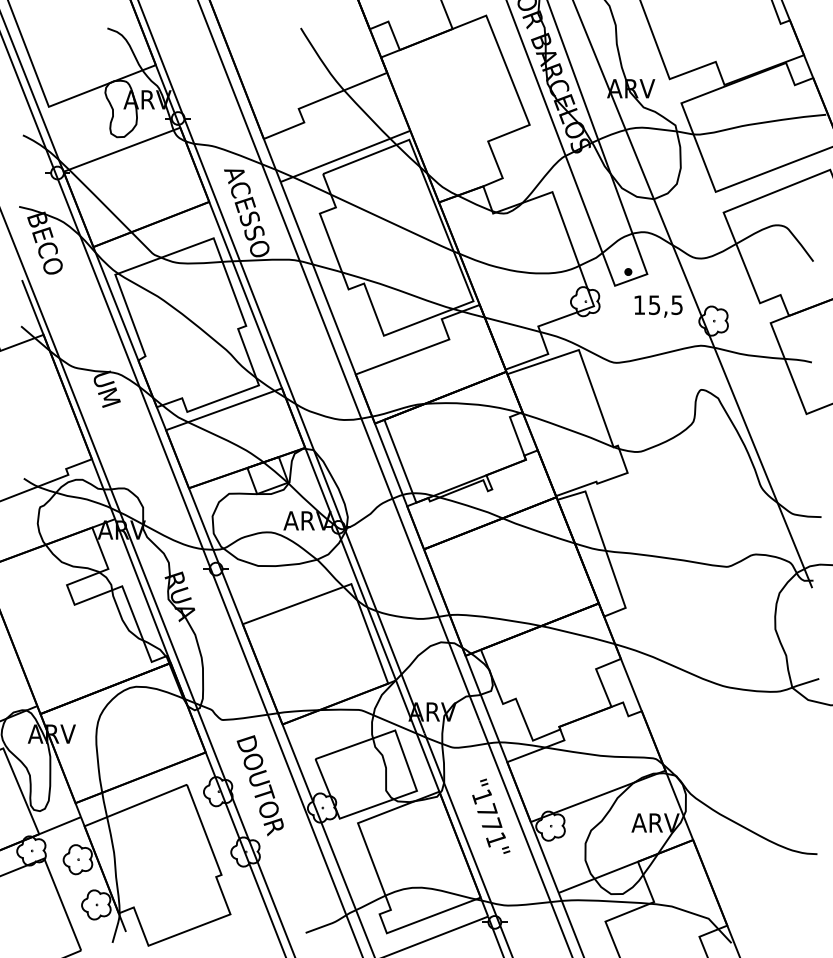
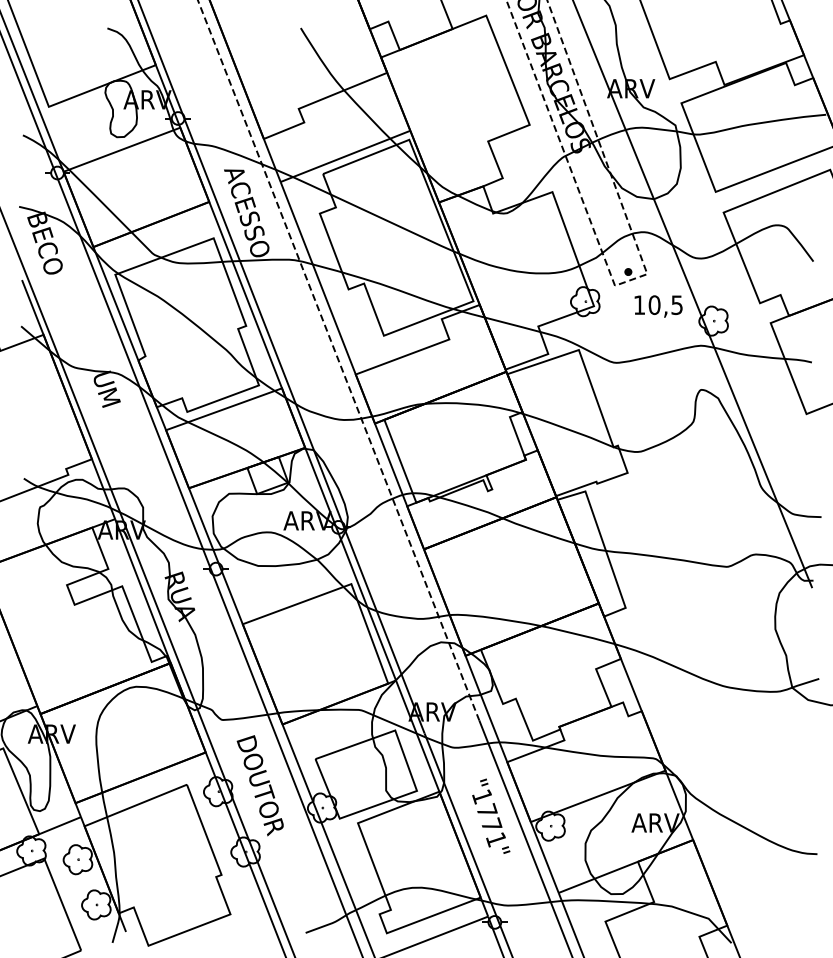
line at (625, 282): solid -> dashed
text at (654, 305): 15,5 -> 10,5
line at (338, 361): solid -> dashed
